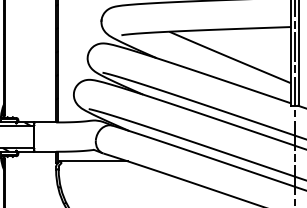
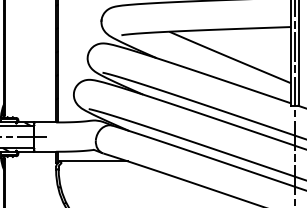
line at (24, 137): none -> present
